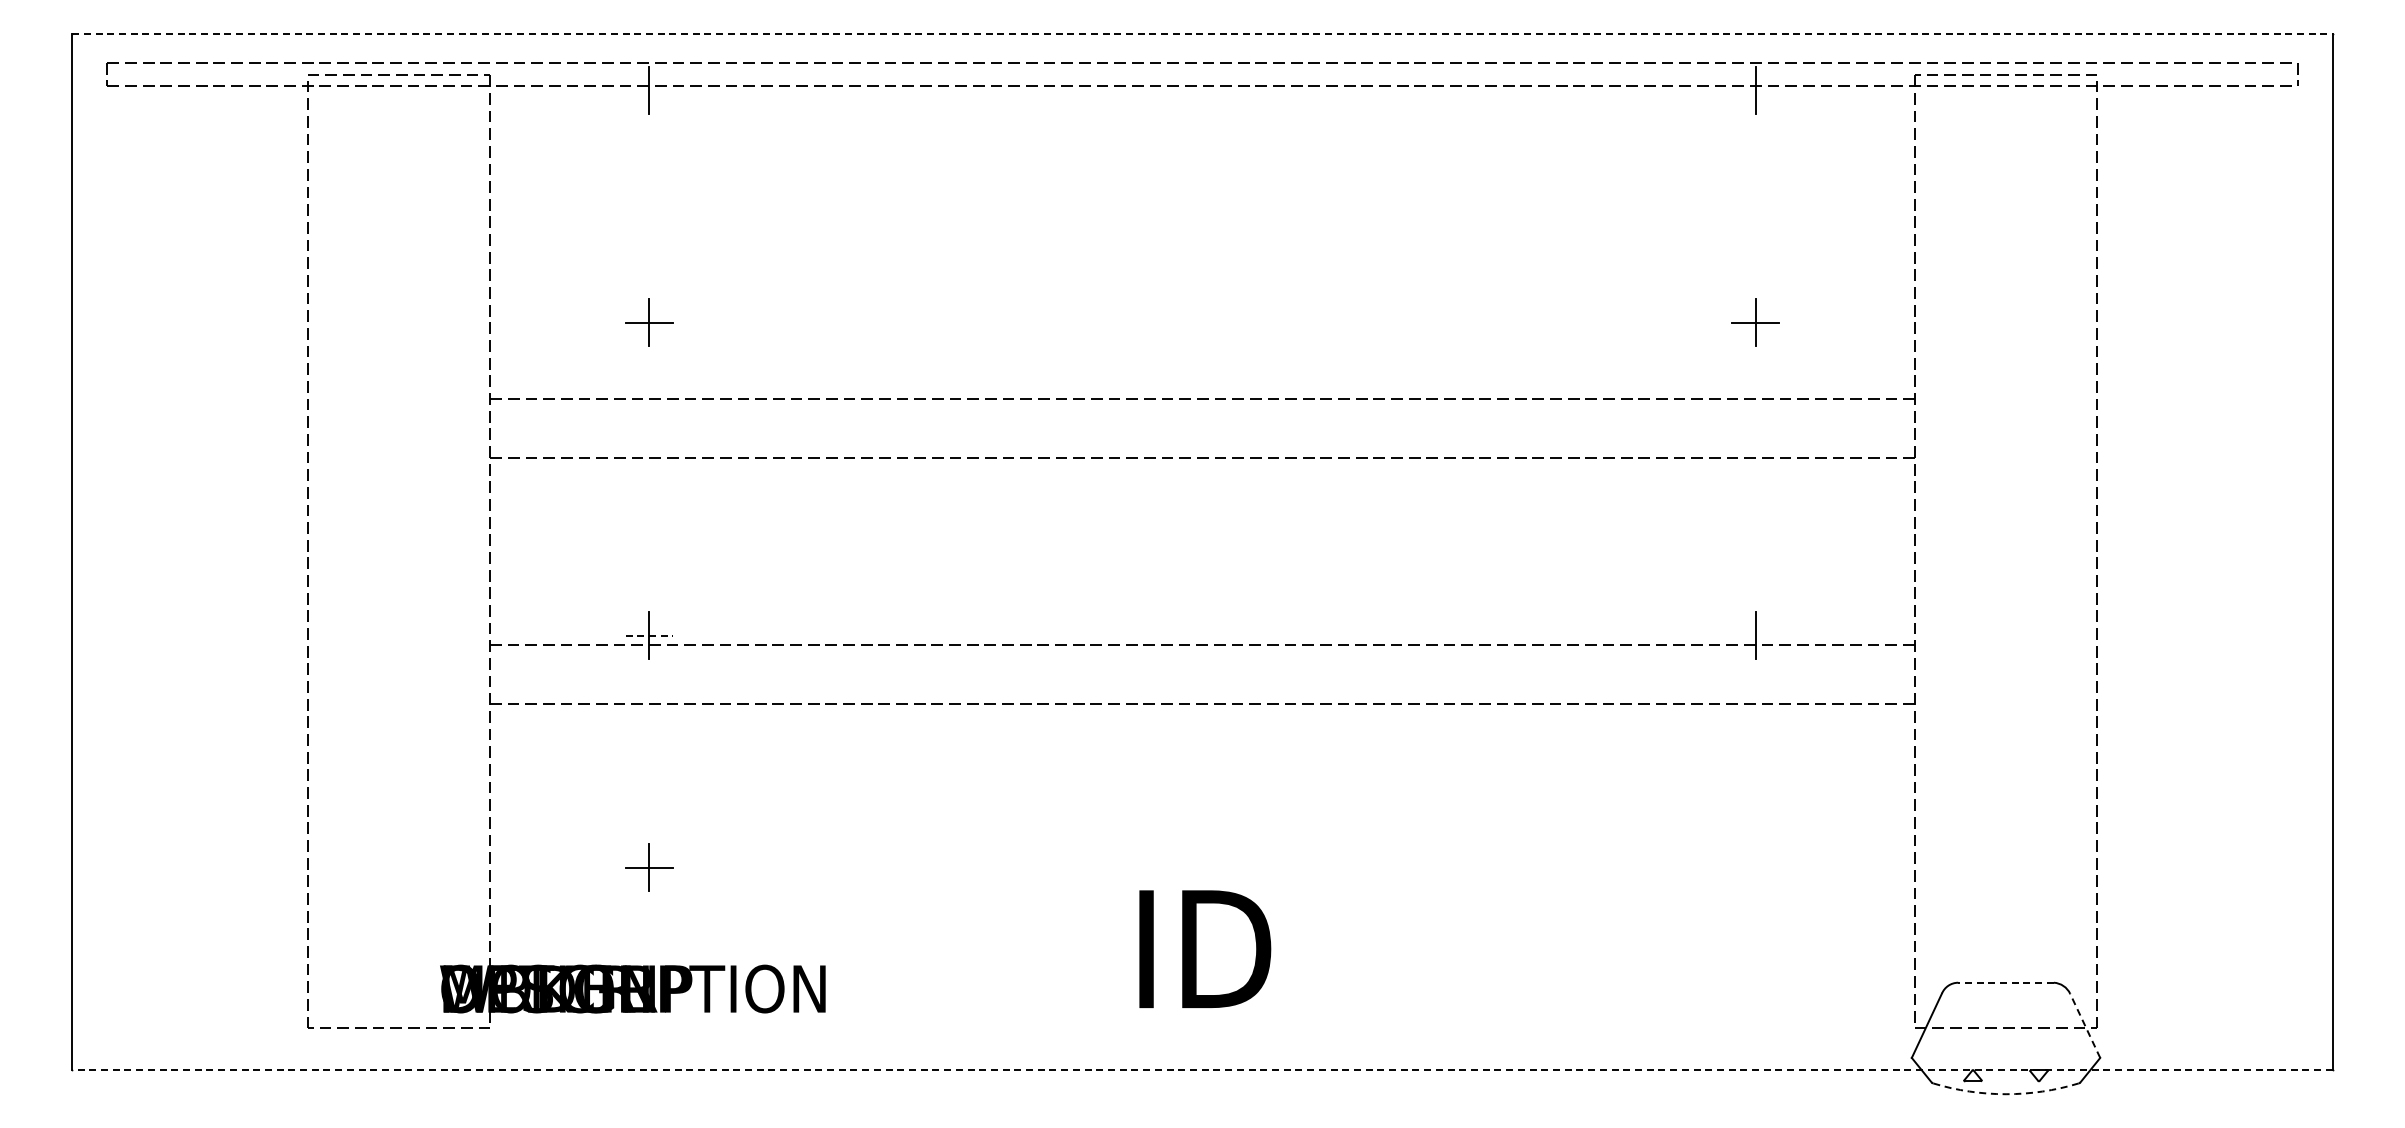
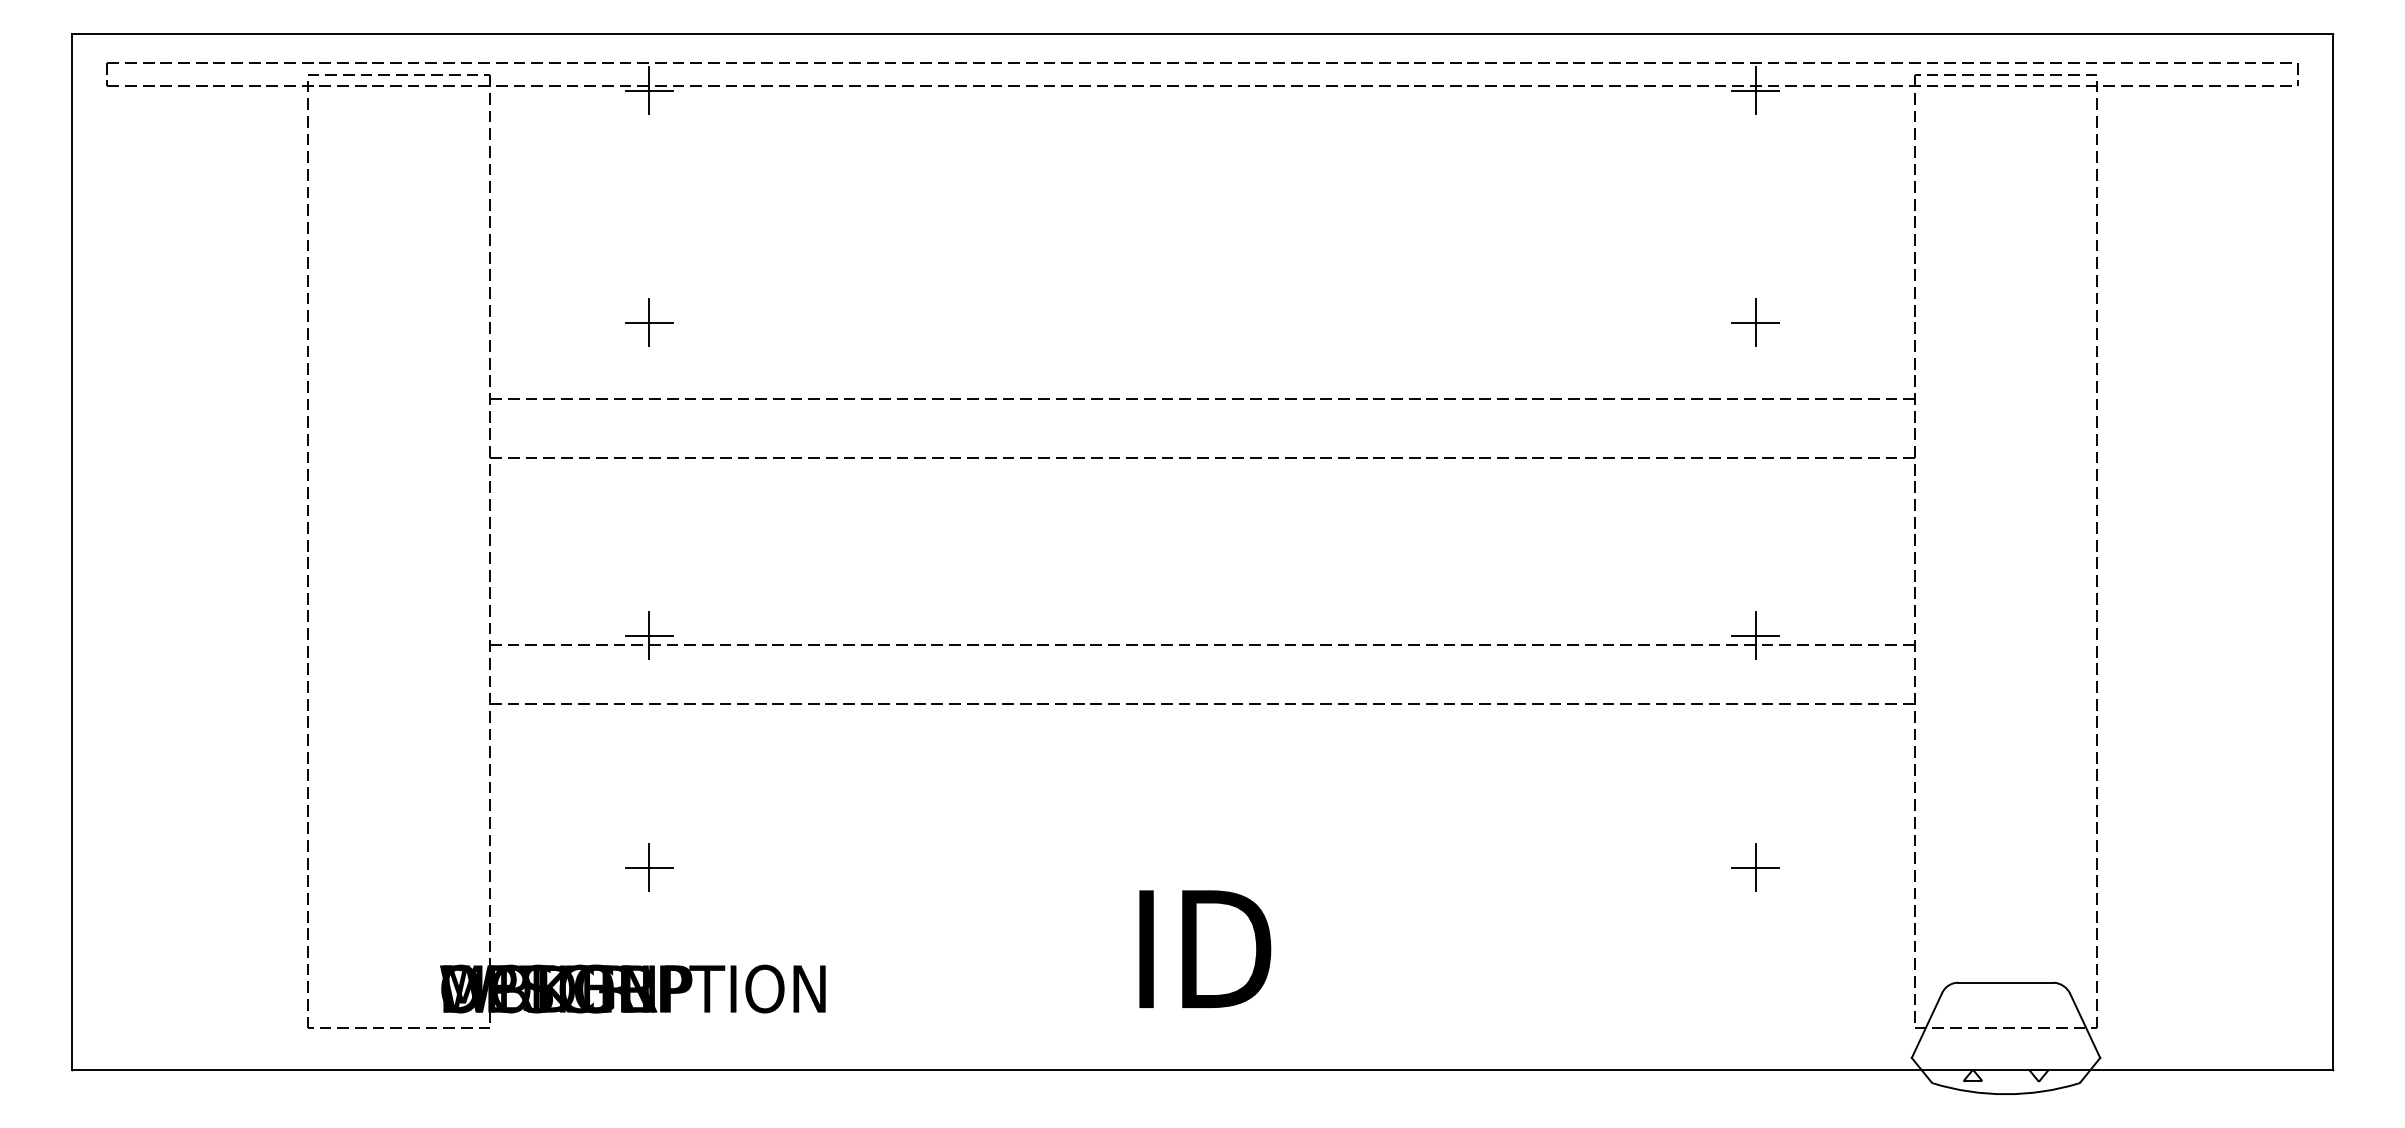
line at (1202, 33): dashed -> solid
line at (648, 90): none -> present
line at (1755, 90): none -> present
line at (649, 635): dashed -> solid
line at (1755, 635): none -> present
part at (1755, 867): none -> present
line at (2006, 982): dashed -> solid
line at (2084, 1025): dashed -> solid
line at (1202, 1069): dashed -> solid
arc at (2006, 1094): dashed -> solid
